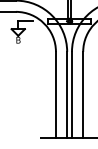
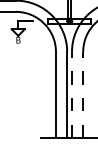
line at (71, 94): solid -> dashed
line at (83, 94): solid -> dashed
